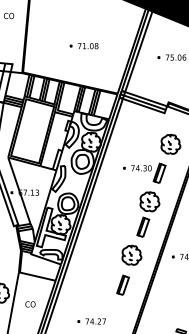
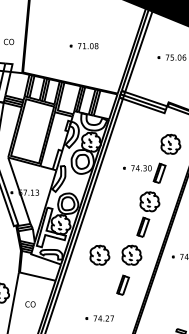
text at (9, 15) position: (9, 15) -> (9, 41)
part at (99, 254): none -> present
part at (91, 321) position: (91, 321) -> (99, 318)
